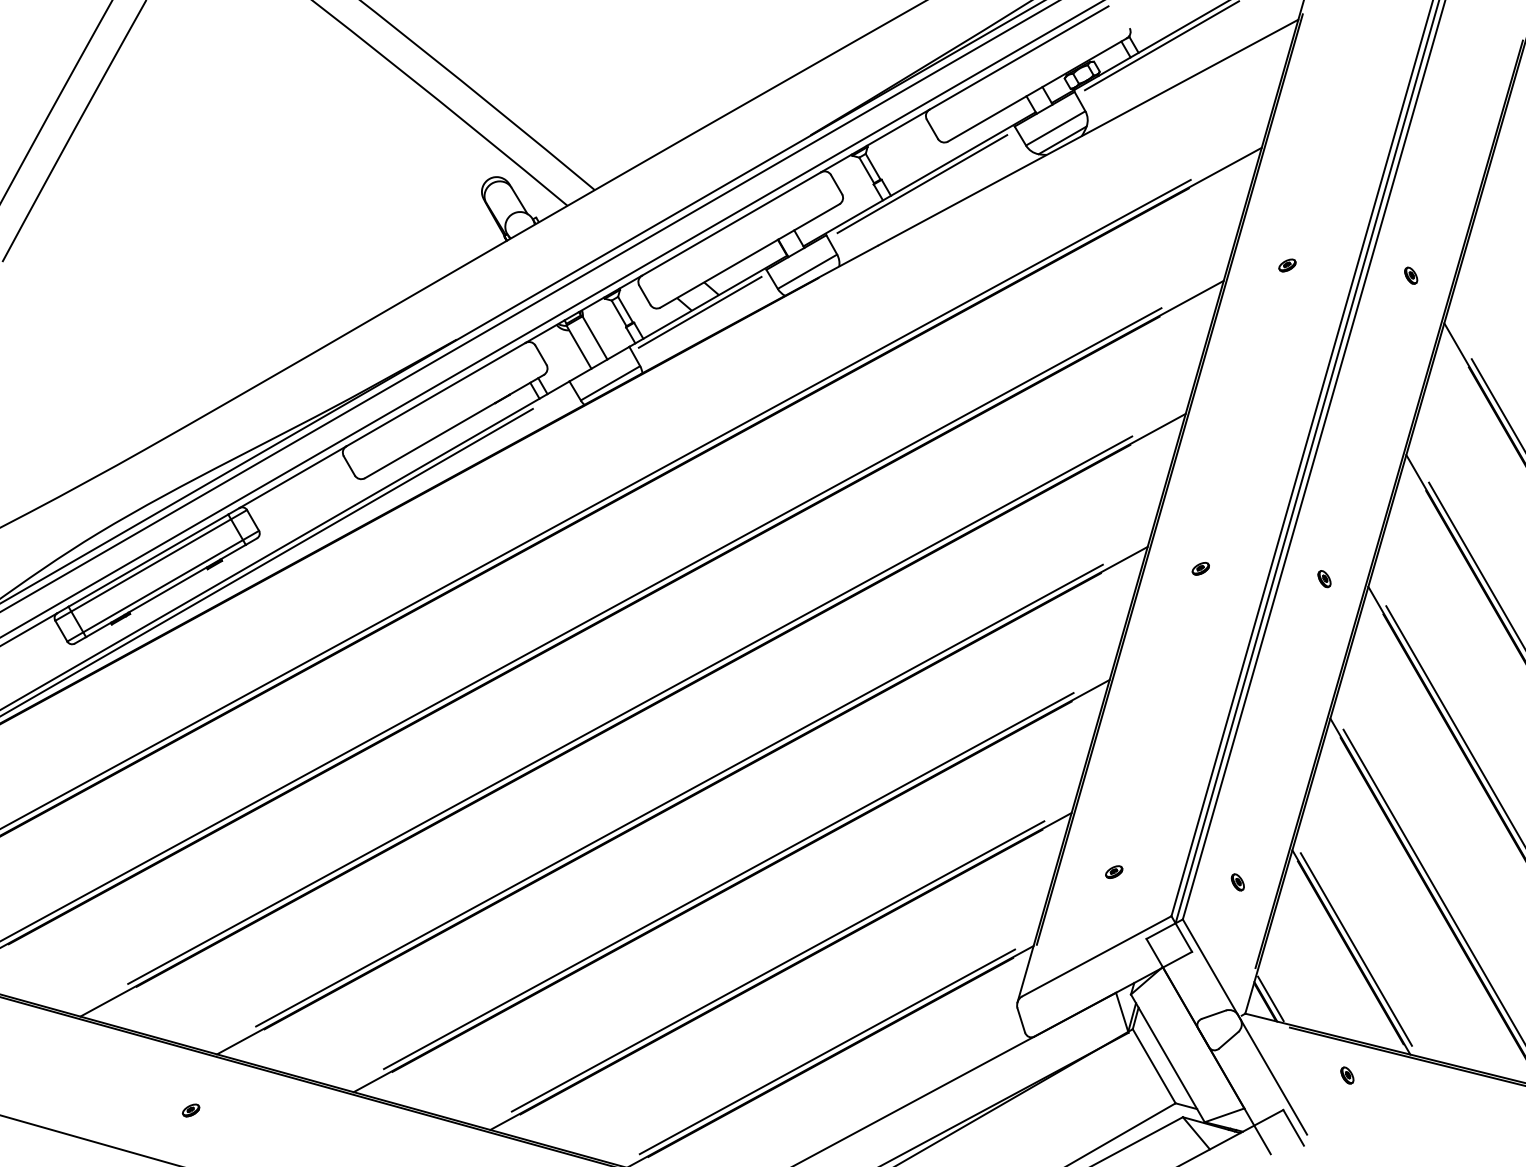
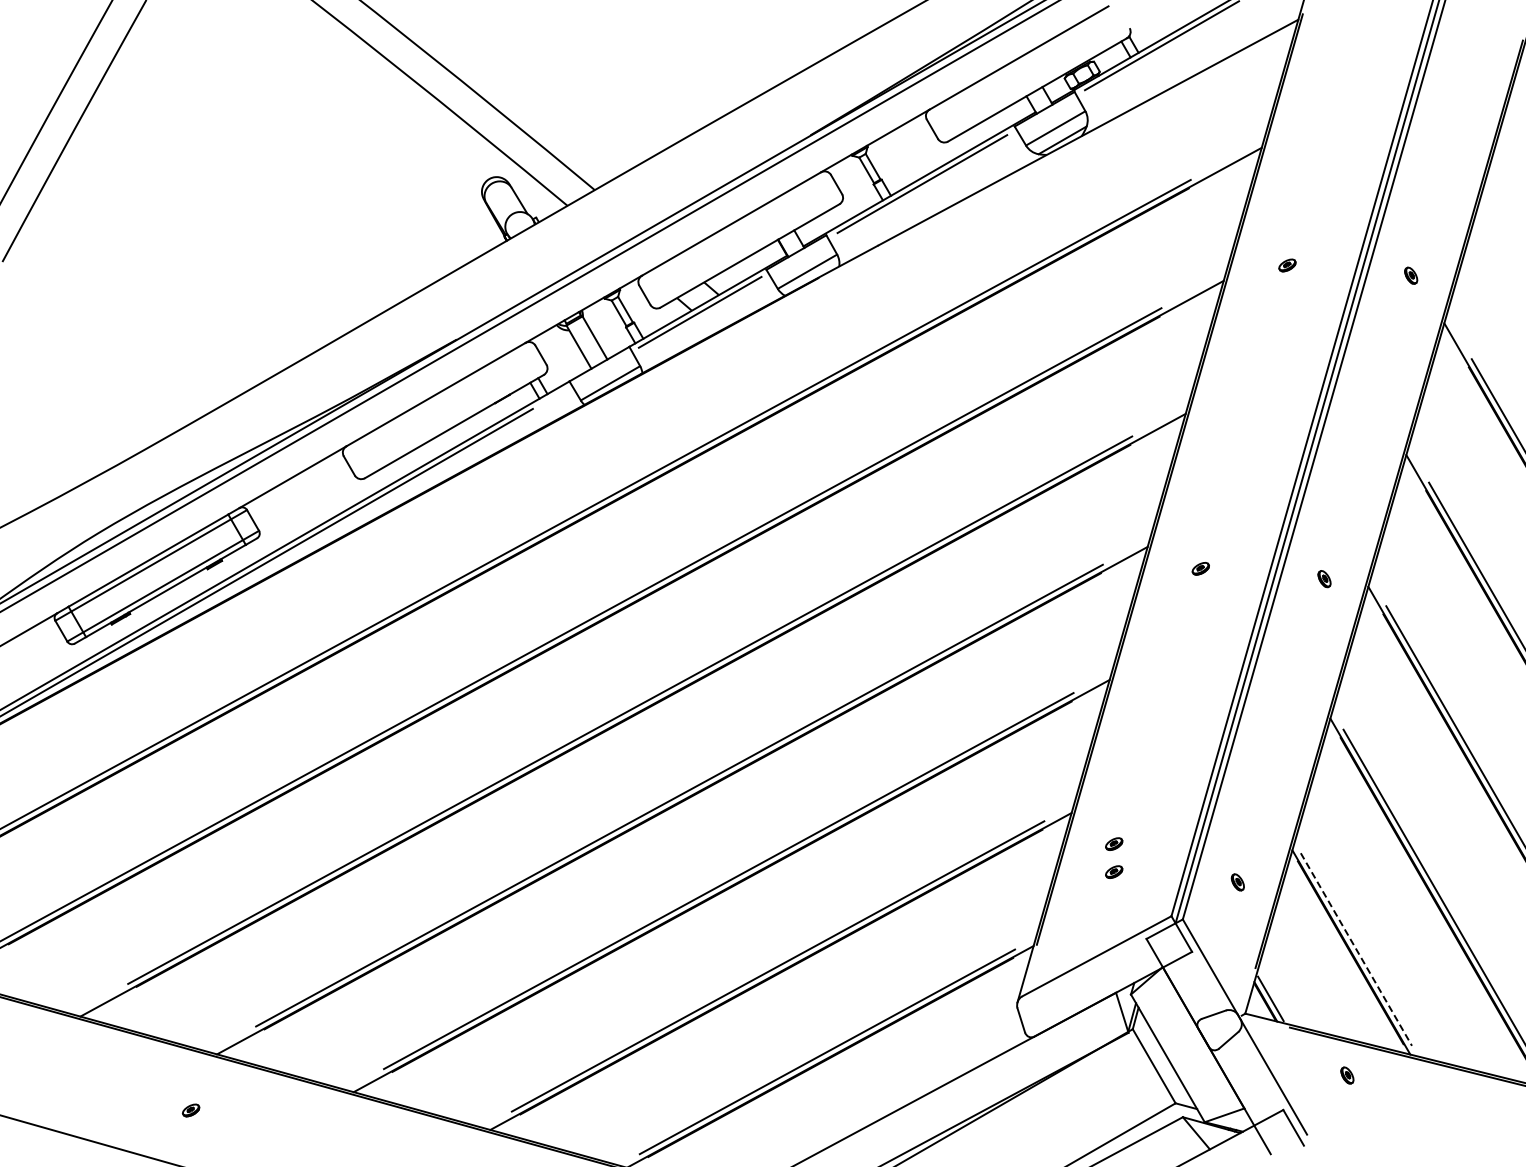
line at (551, 319): present -> none
part at (1114, 843): none -> present
line at (1356, 949): solid -> dashed
